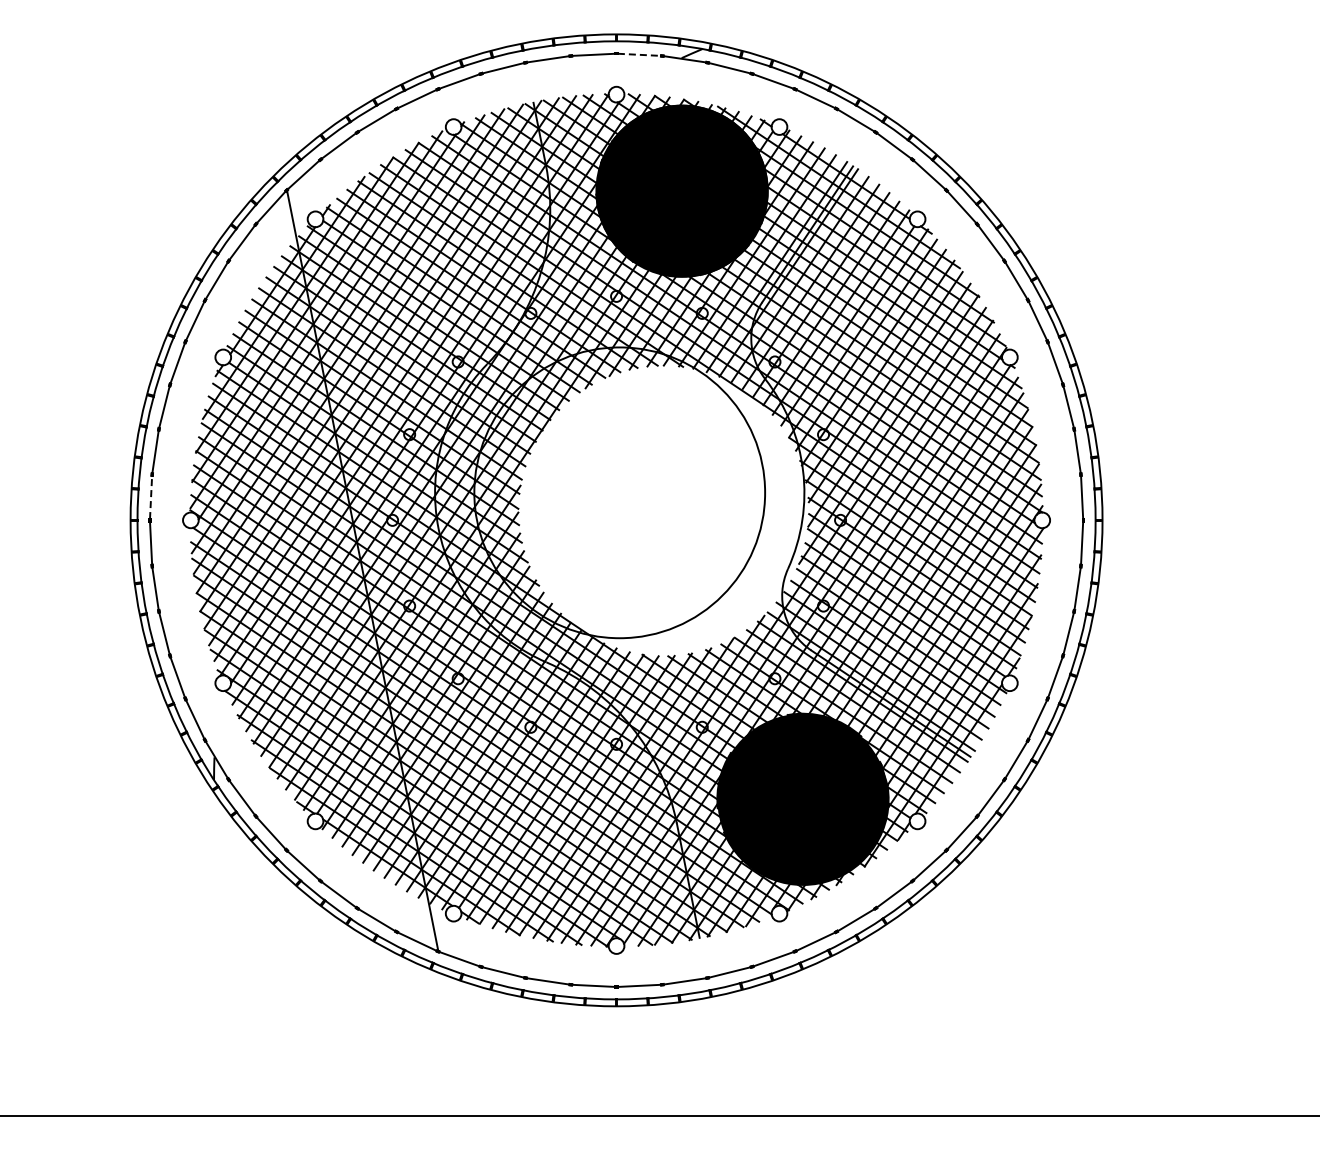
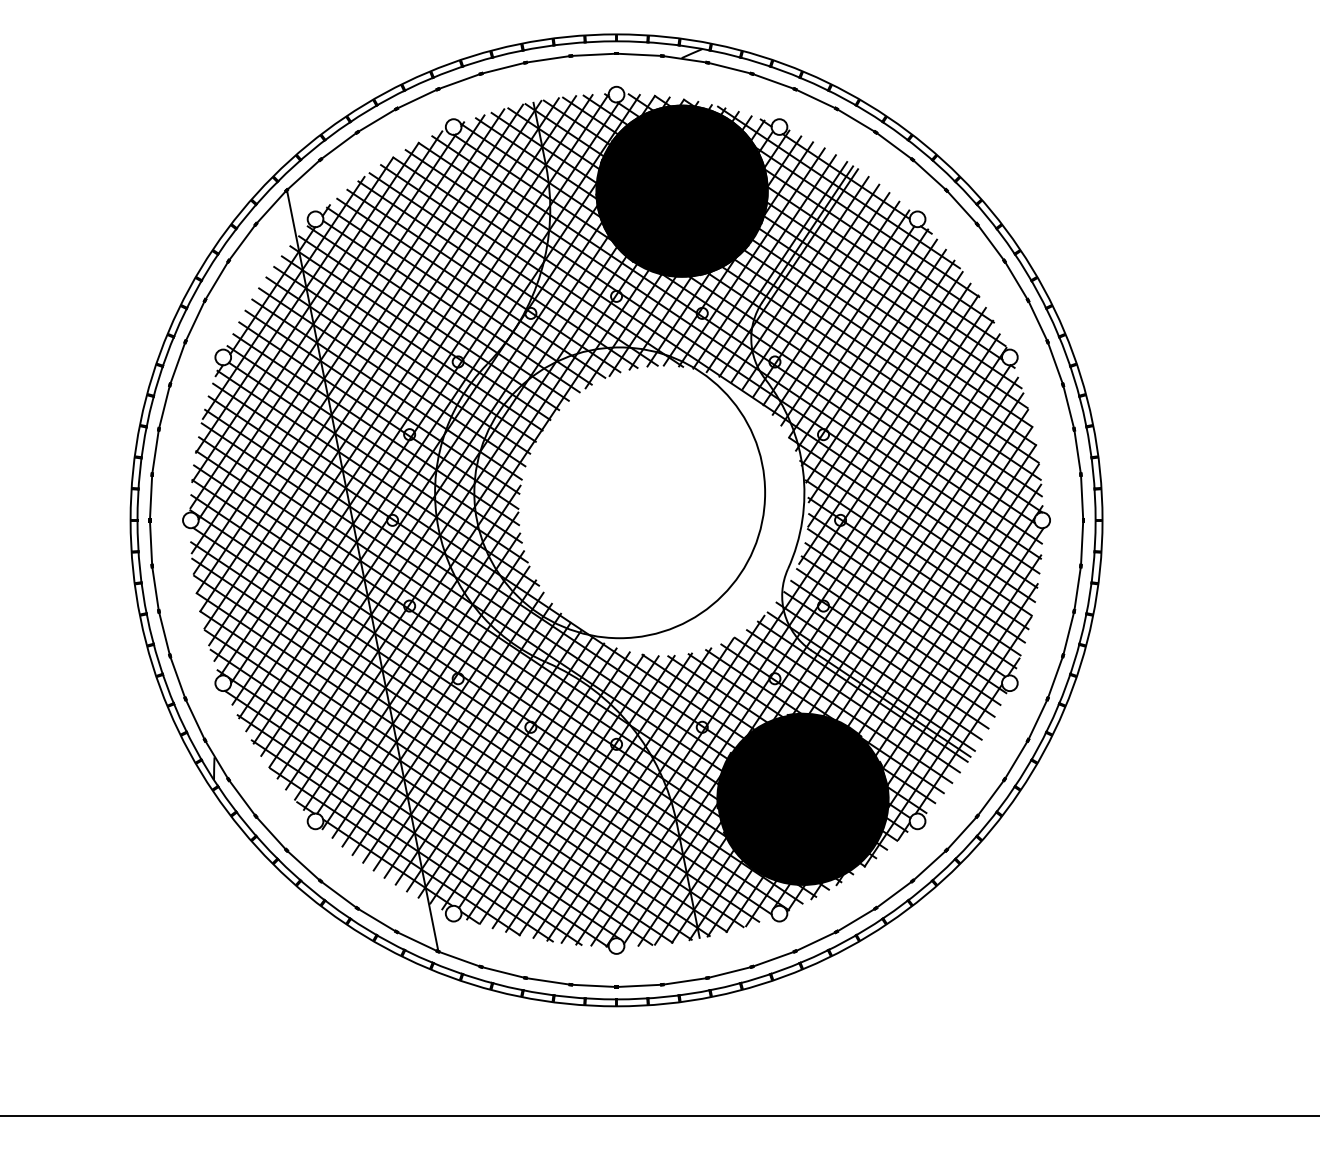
line at (639, 54): dashed -> solid
line at (151, 497): dashed -> solid
